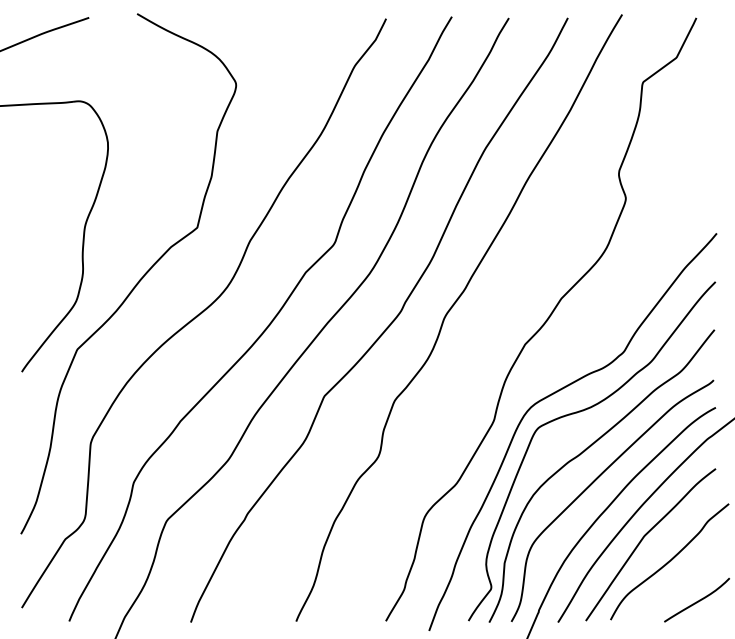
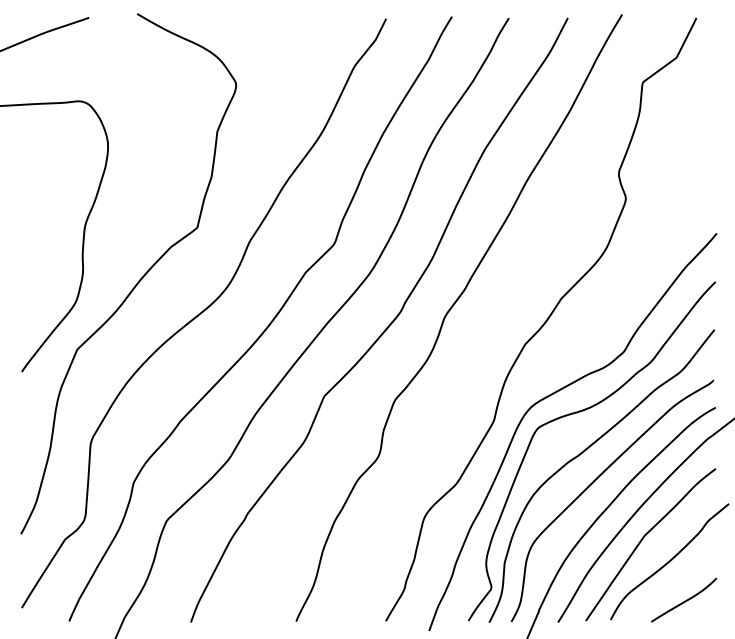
curve at (697, 600) position: (697, 600) -> (684, 600)
